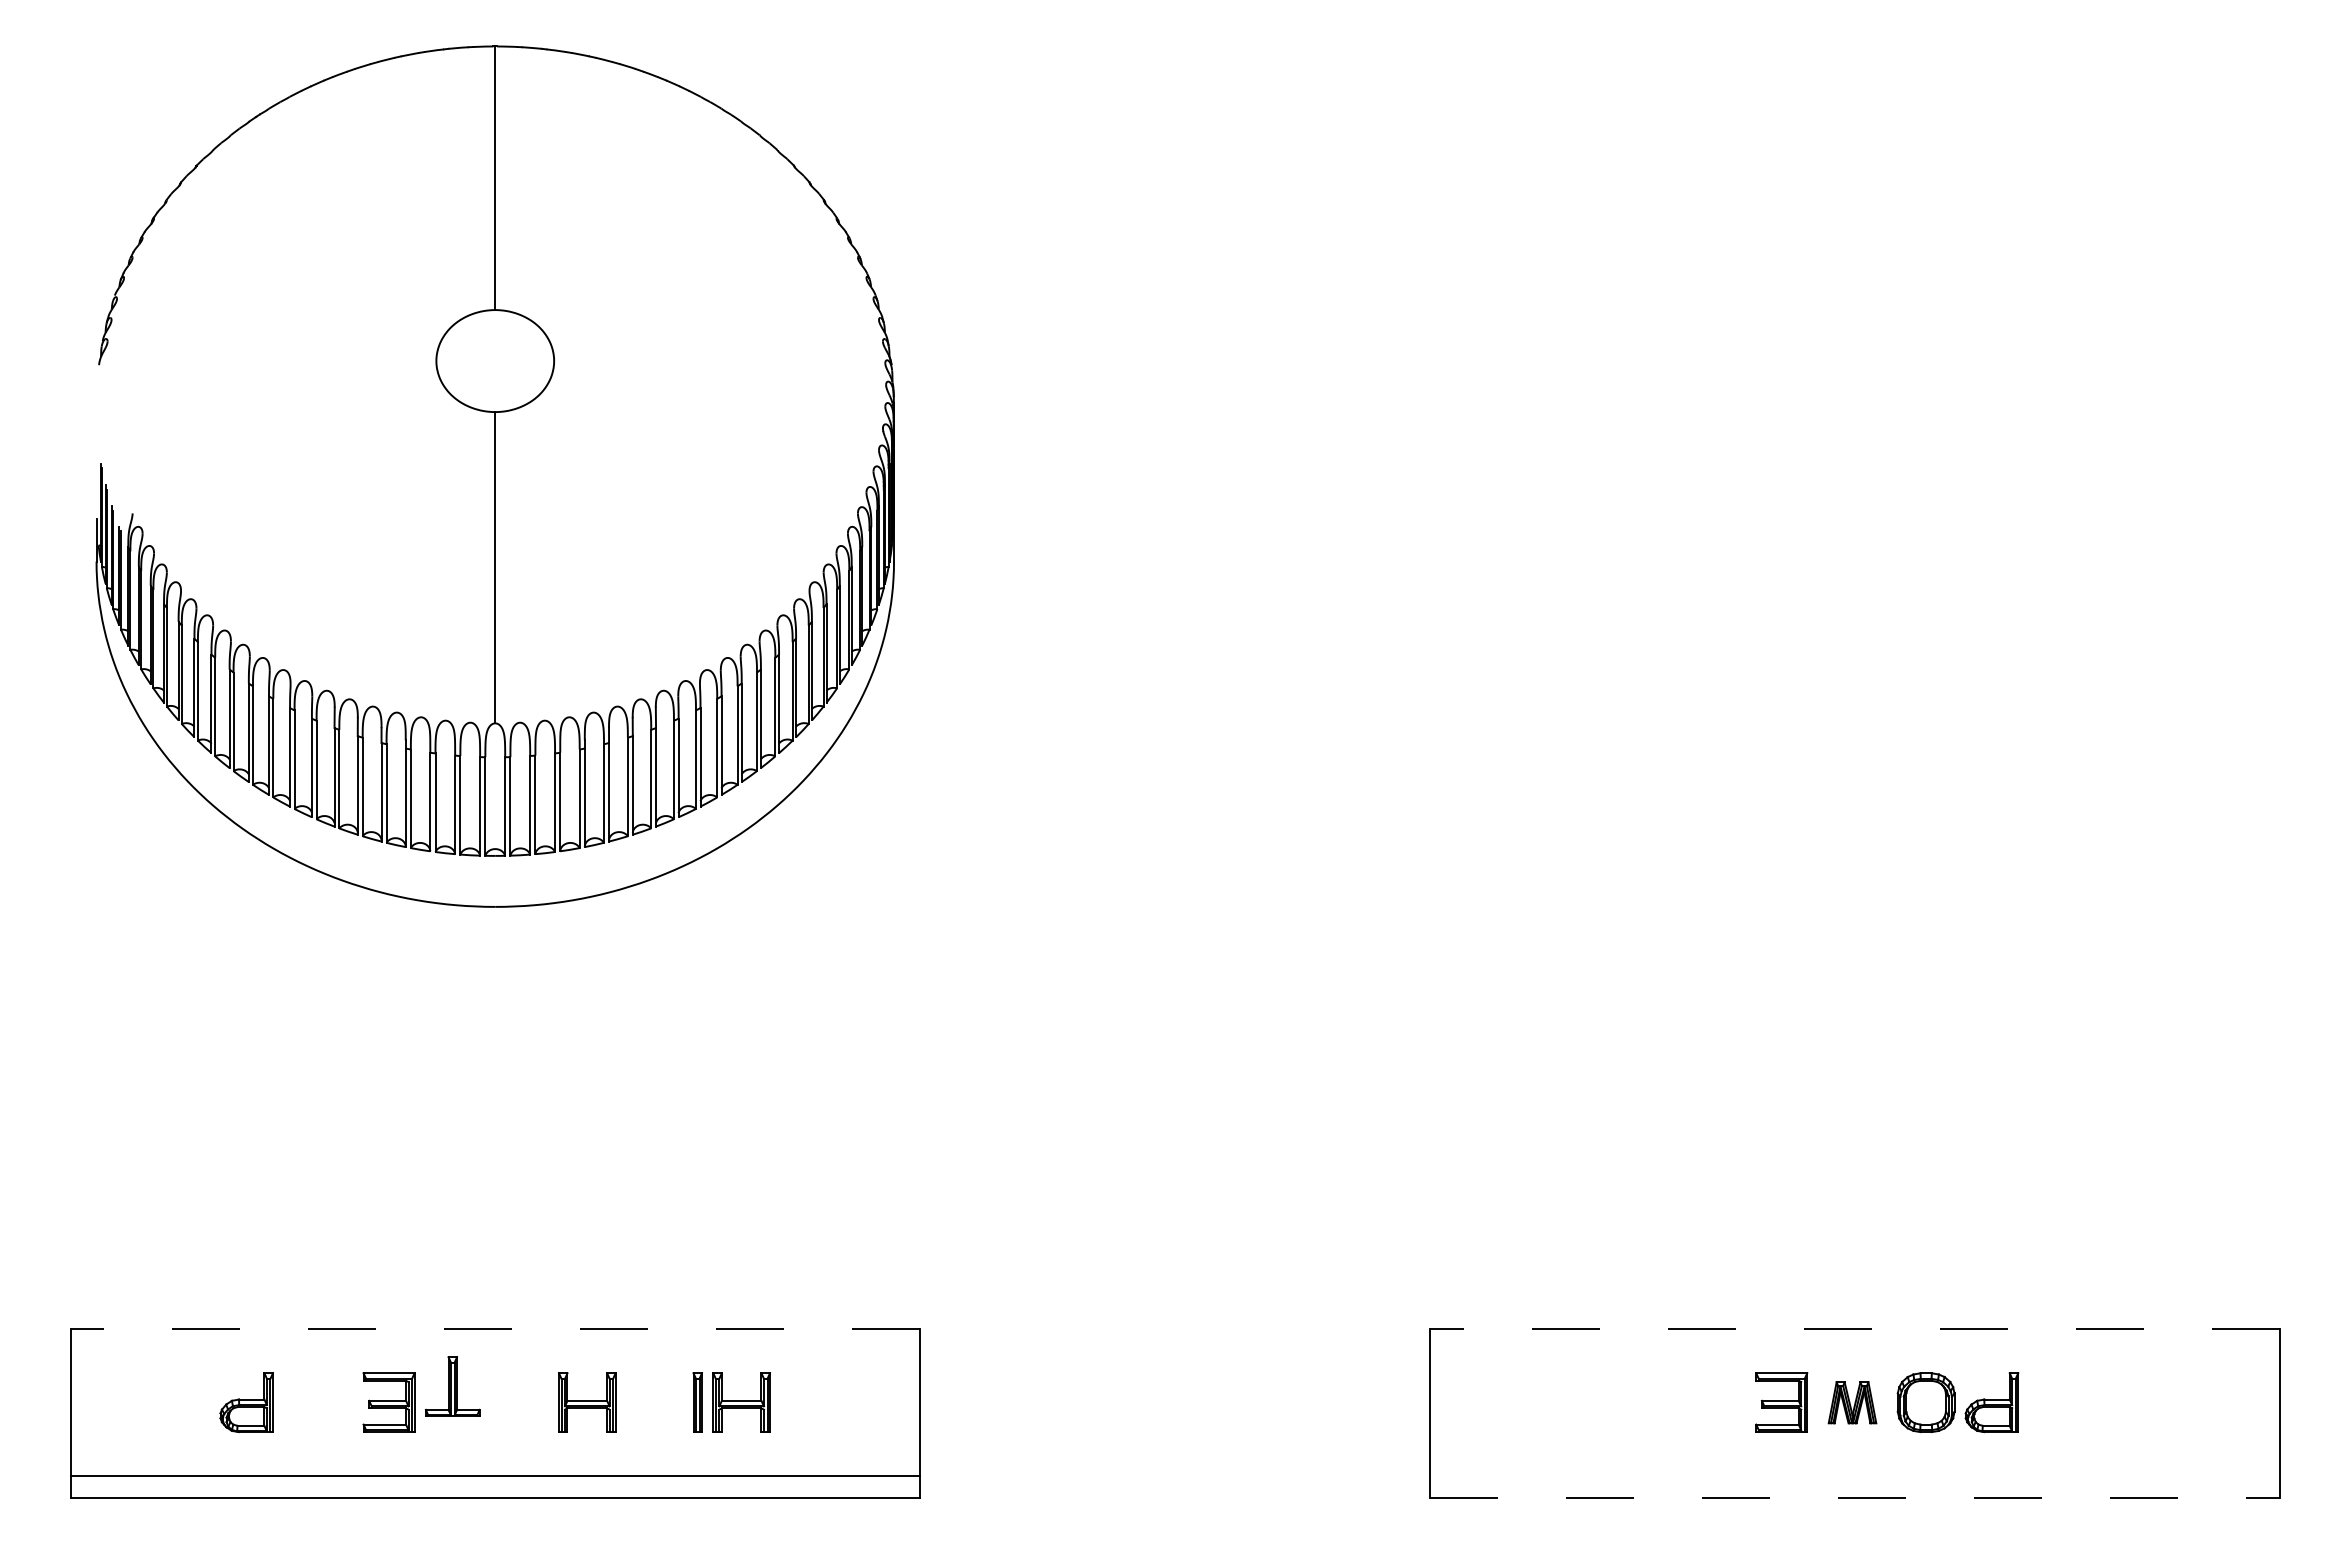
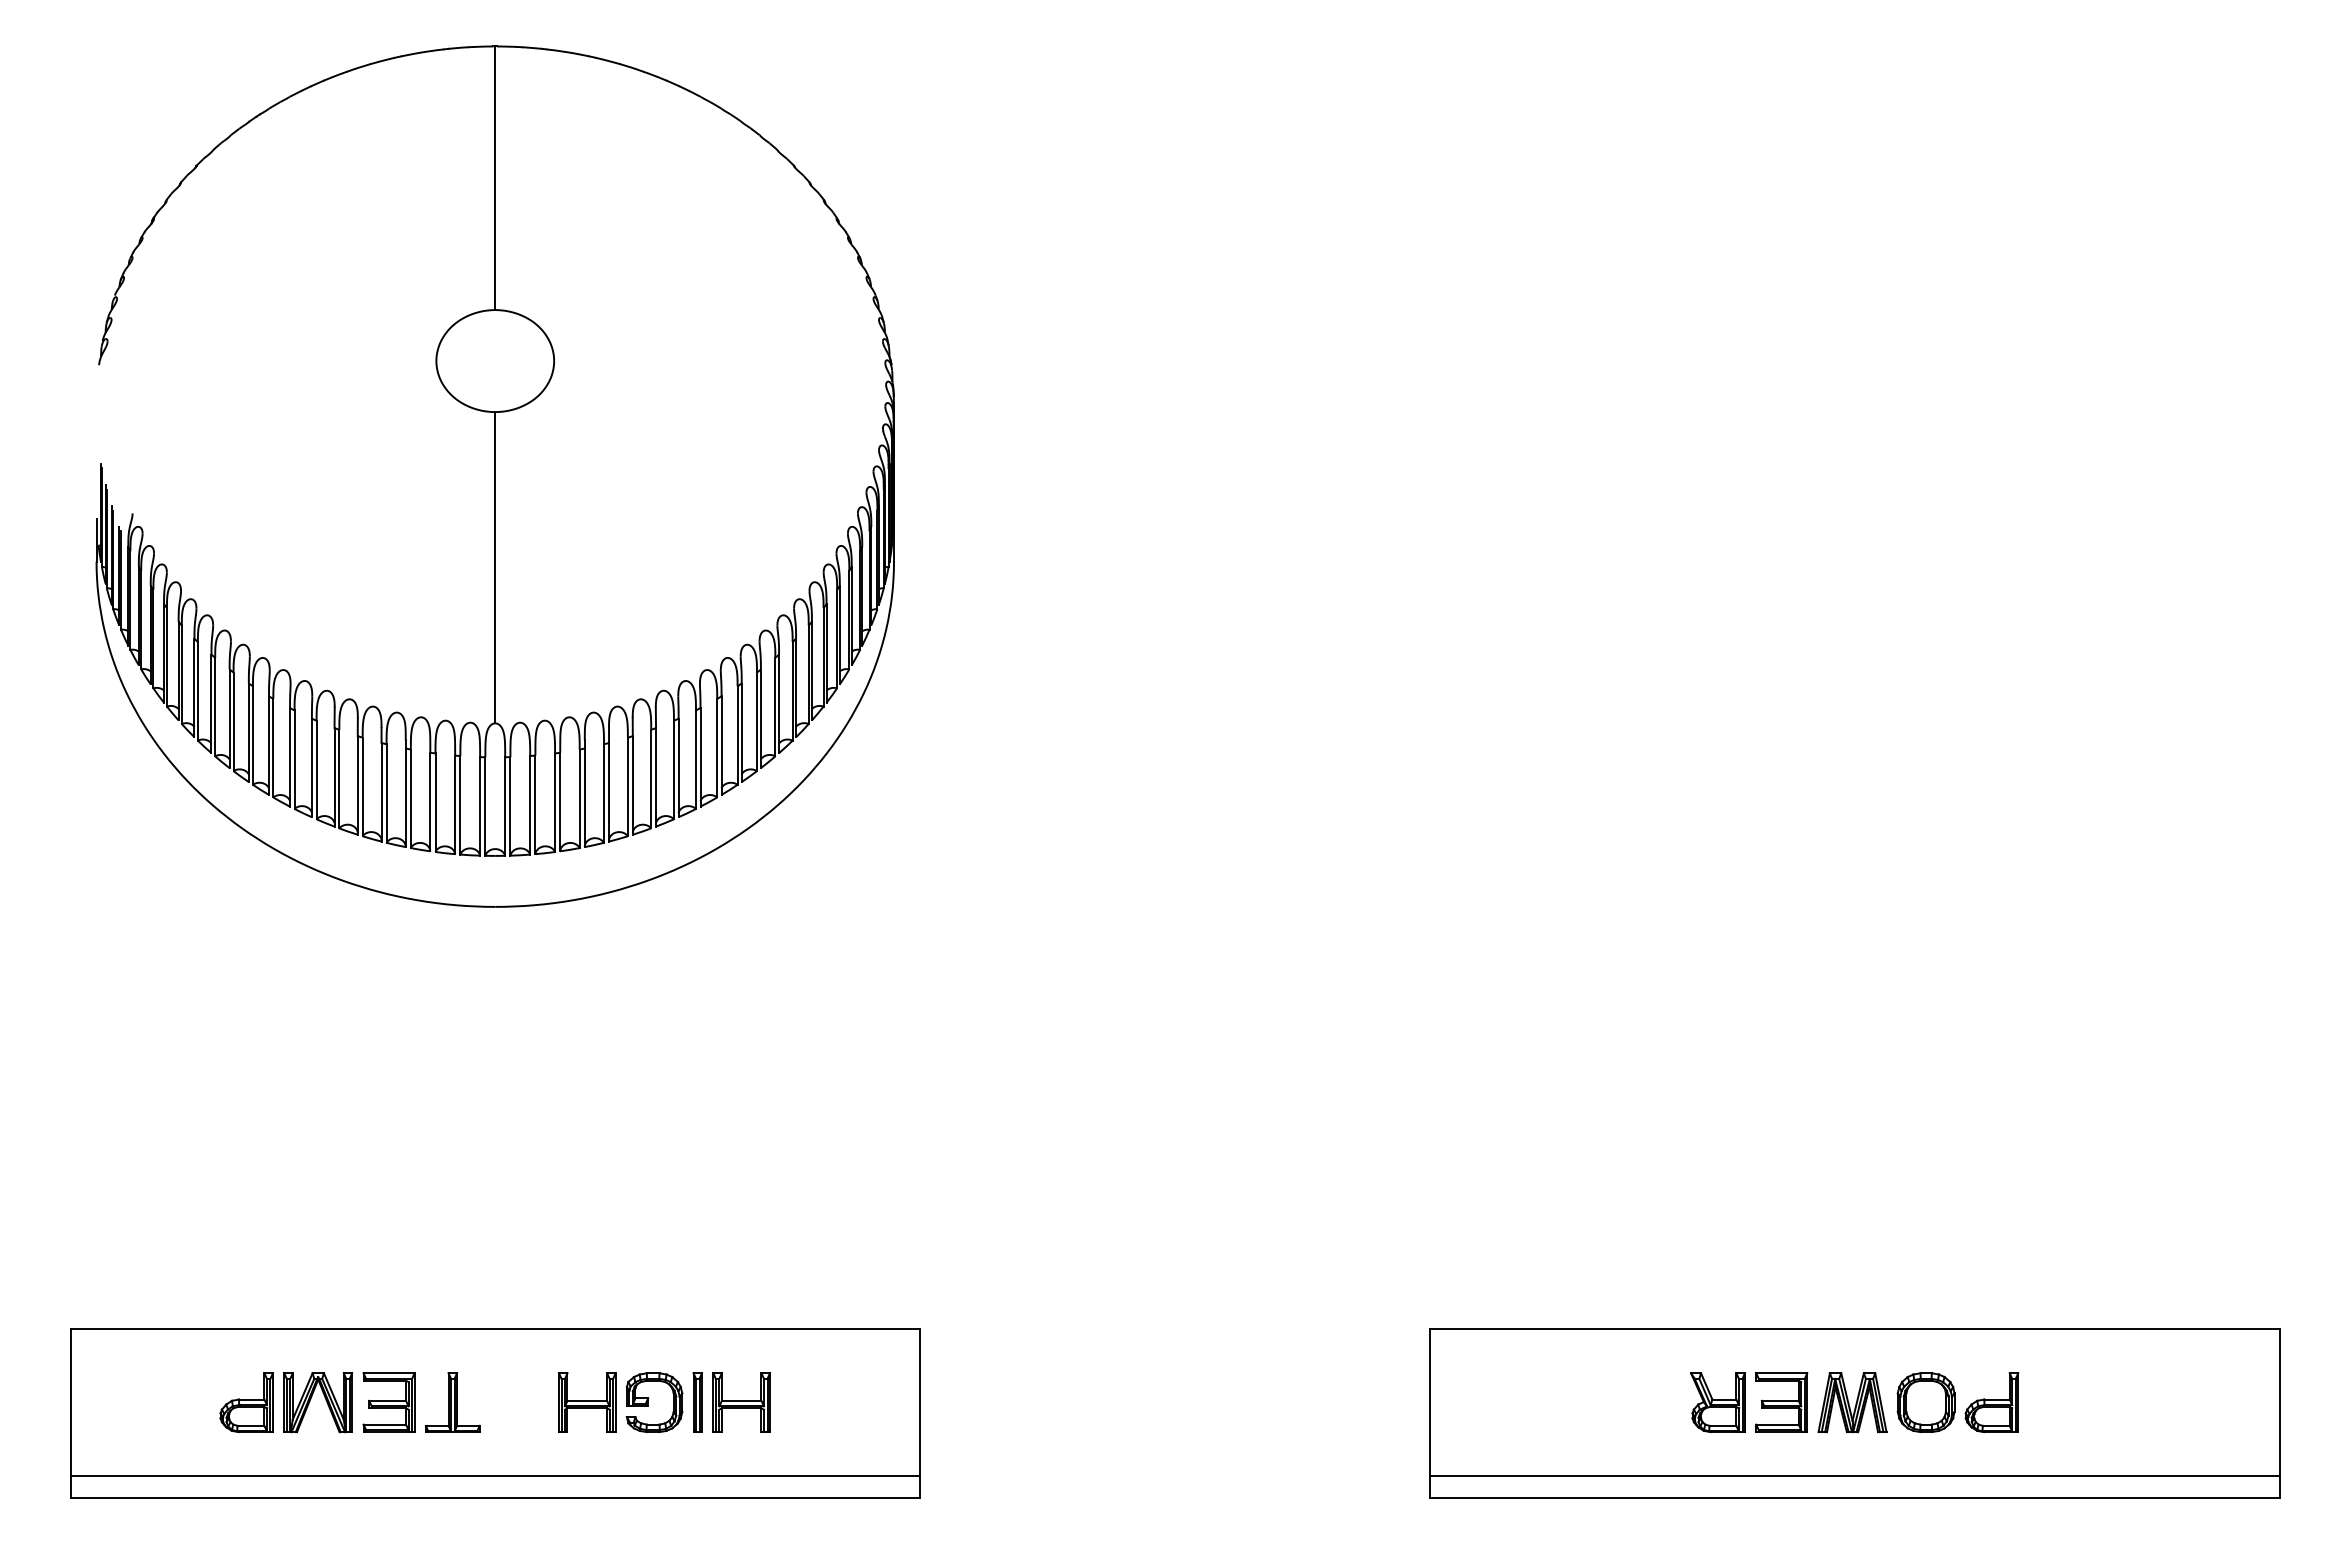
line at (495, 1329): dashed -> solid
line at (1854, 1329): dashed -> solid
part at (452, 1386) position: (452, 1386) -> (452, 1402)
part at (324, 1398): none -> present
part at (654, 1402): none -> present
part at (1717, 1402): none -> present
part at (1852, 1402) size: 51x44 px -> 71x62 px
line at (1854, 1476): none -> present
line at (1854, 1497): dashed -> solid
